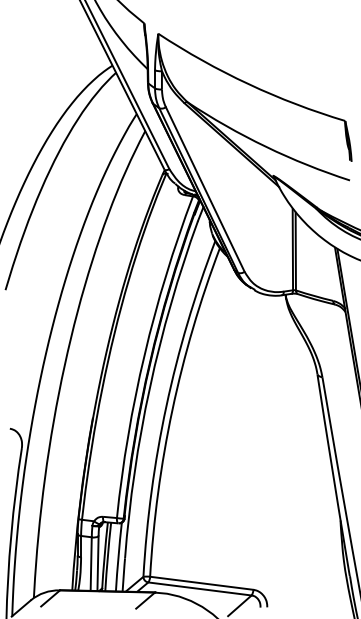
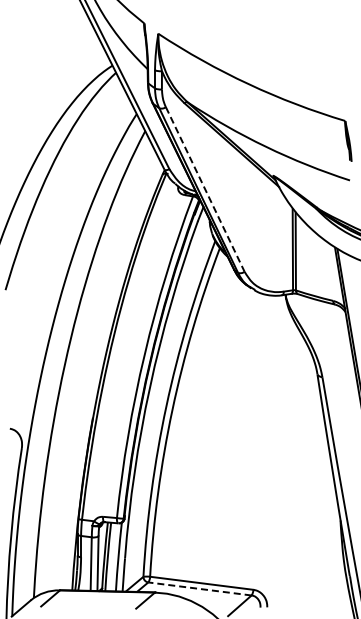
line at (205, 189): solid -> dashed
line at (199, 588): solid -> dashed
